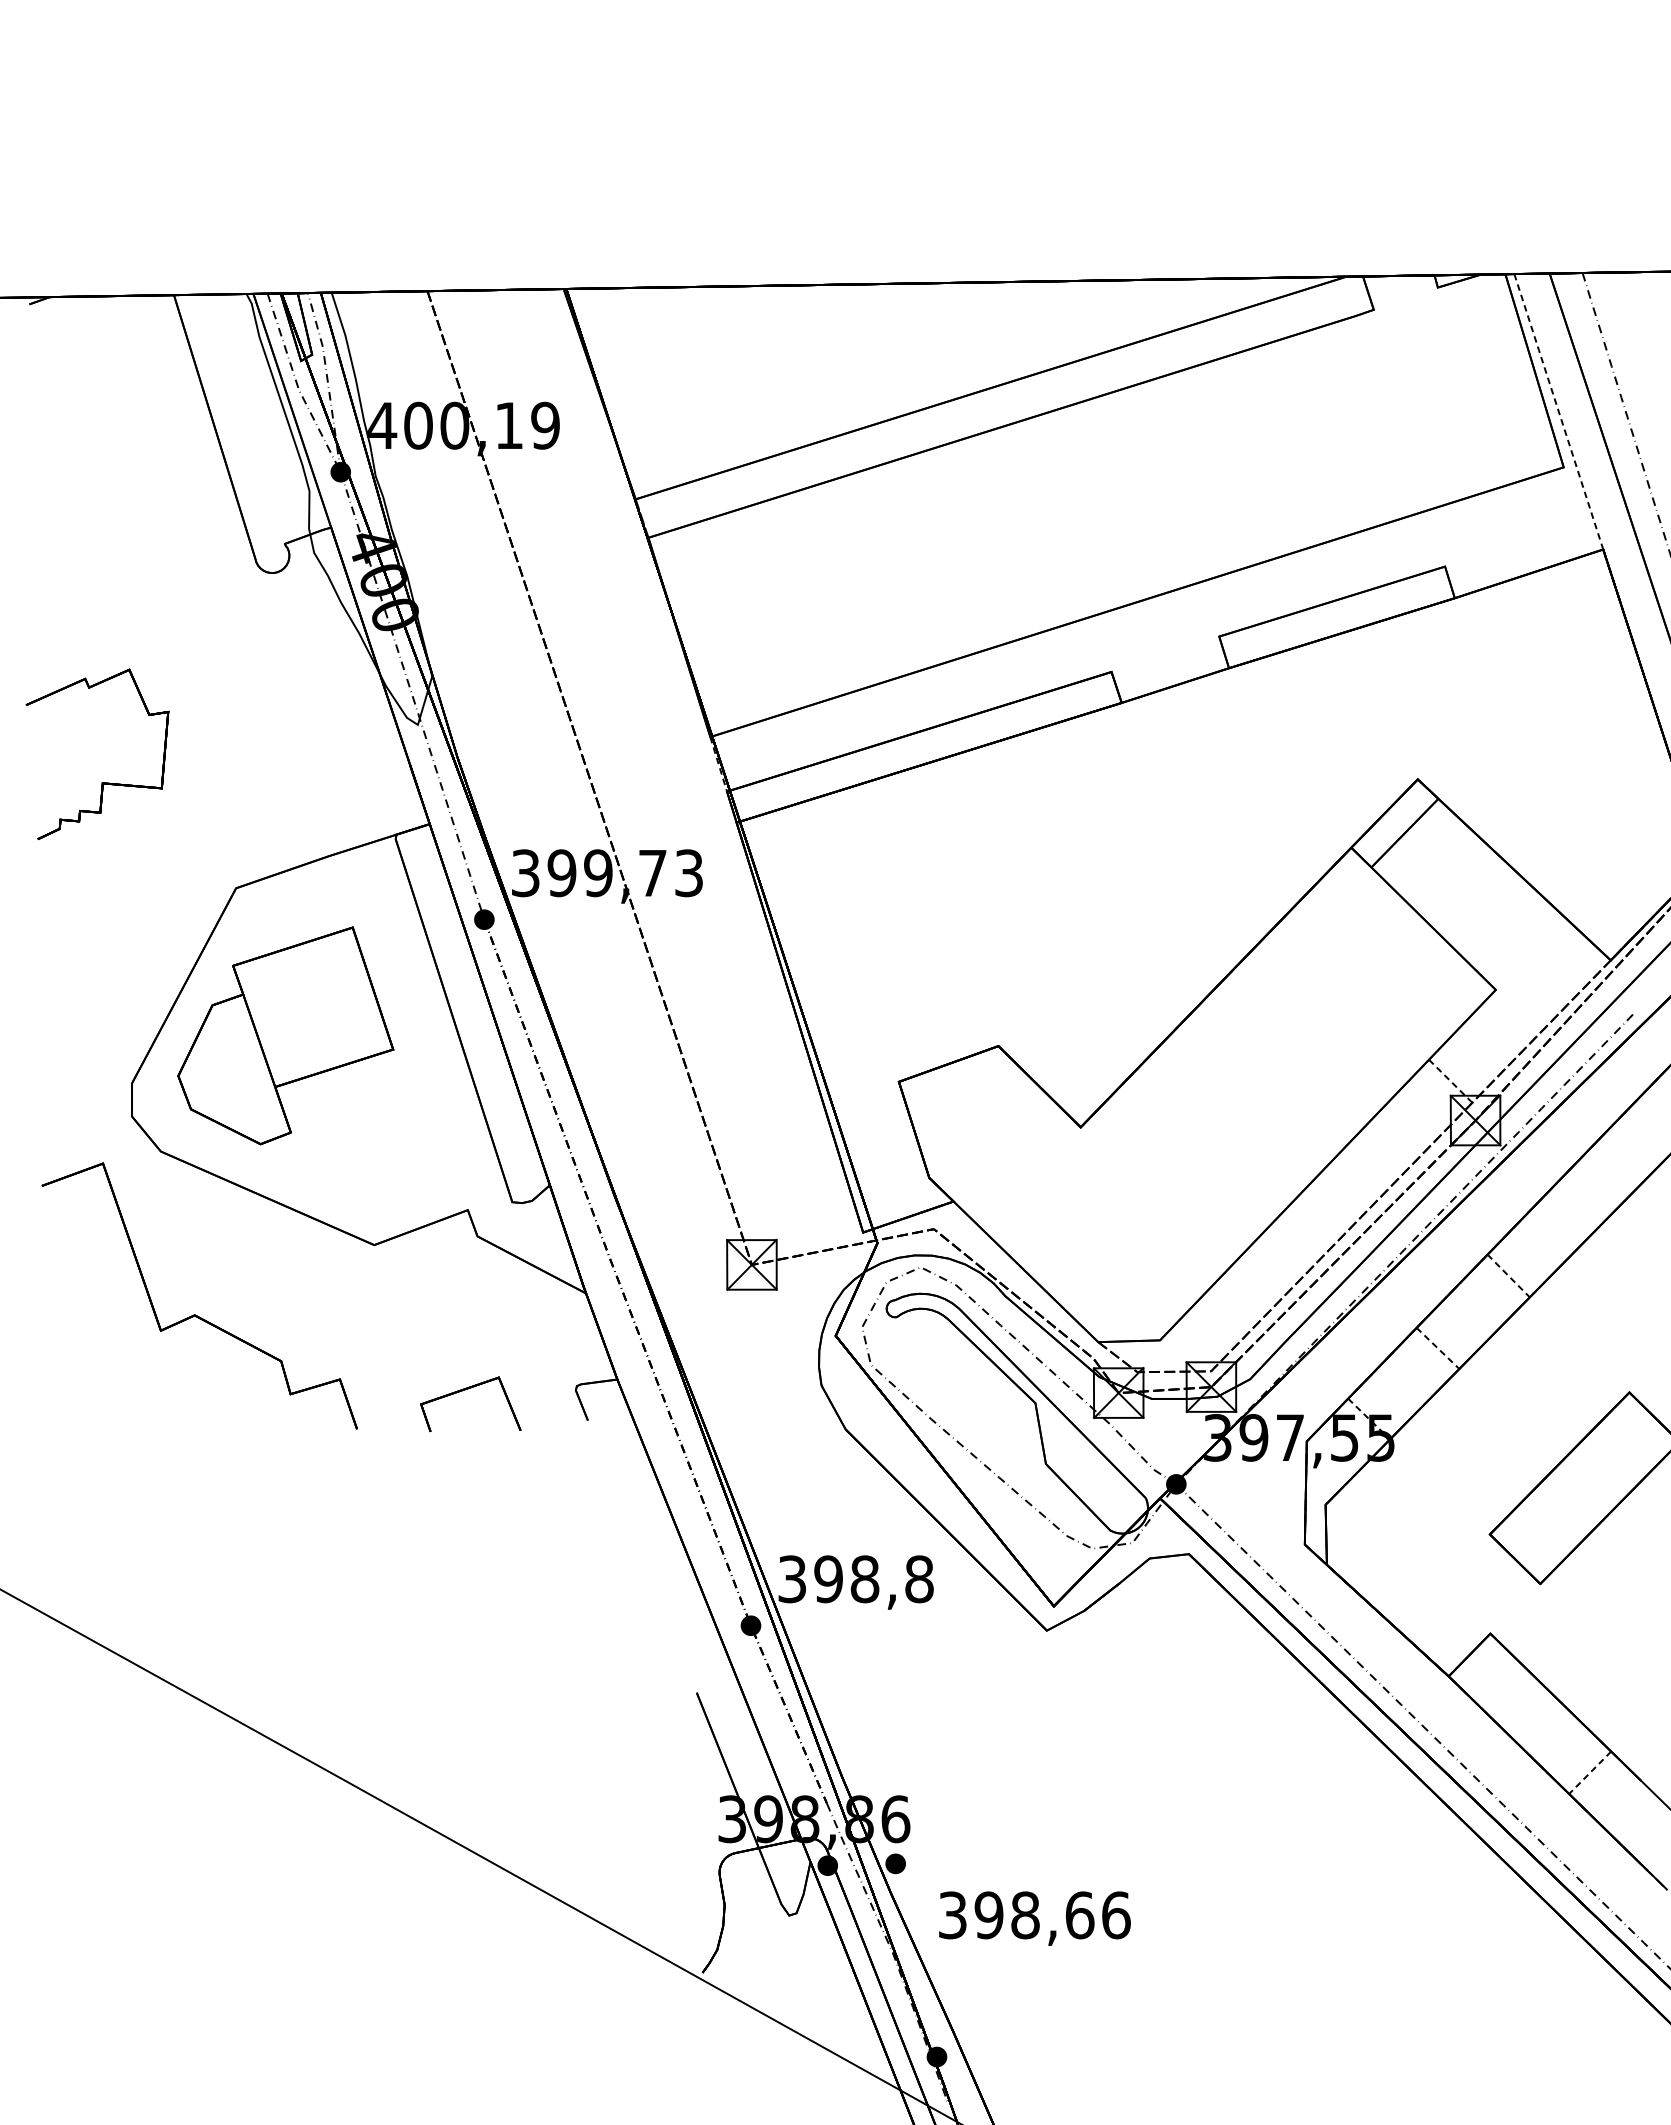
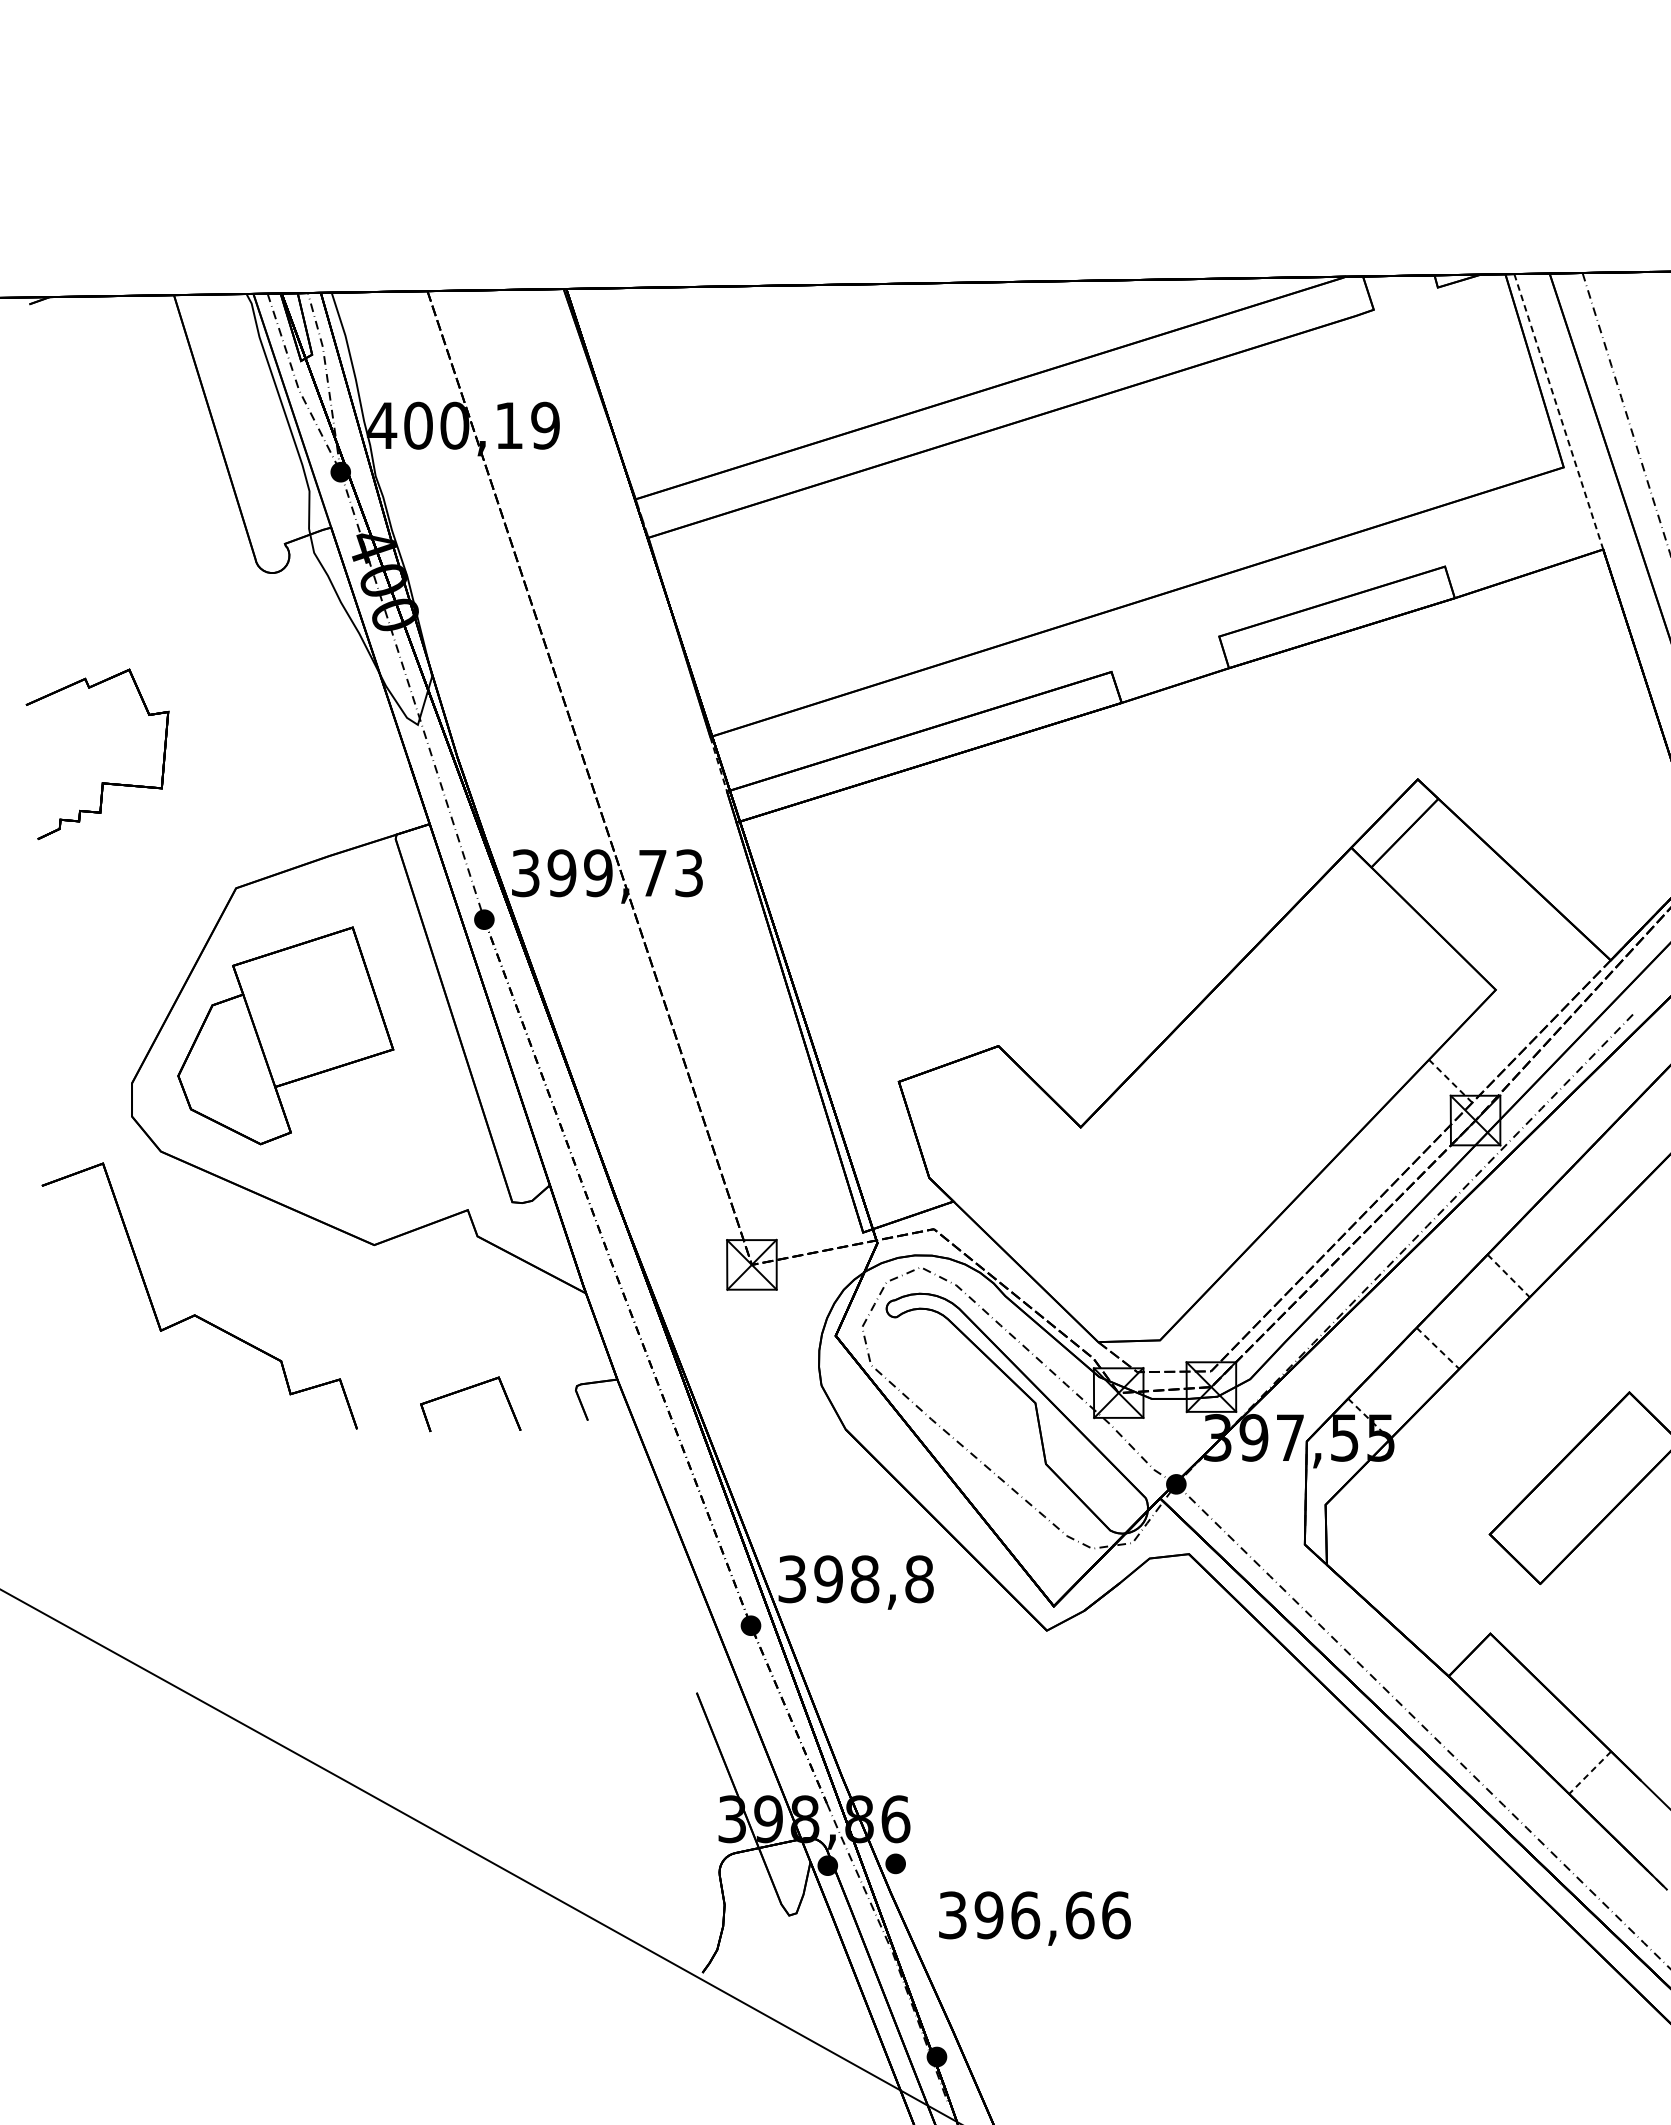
text at (1025, 1915): 398,66 -> 396,66
